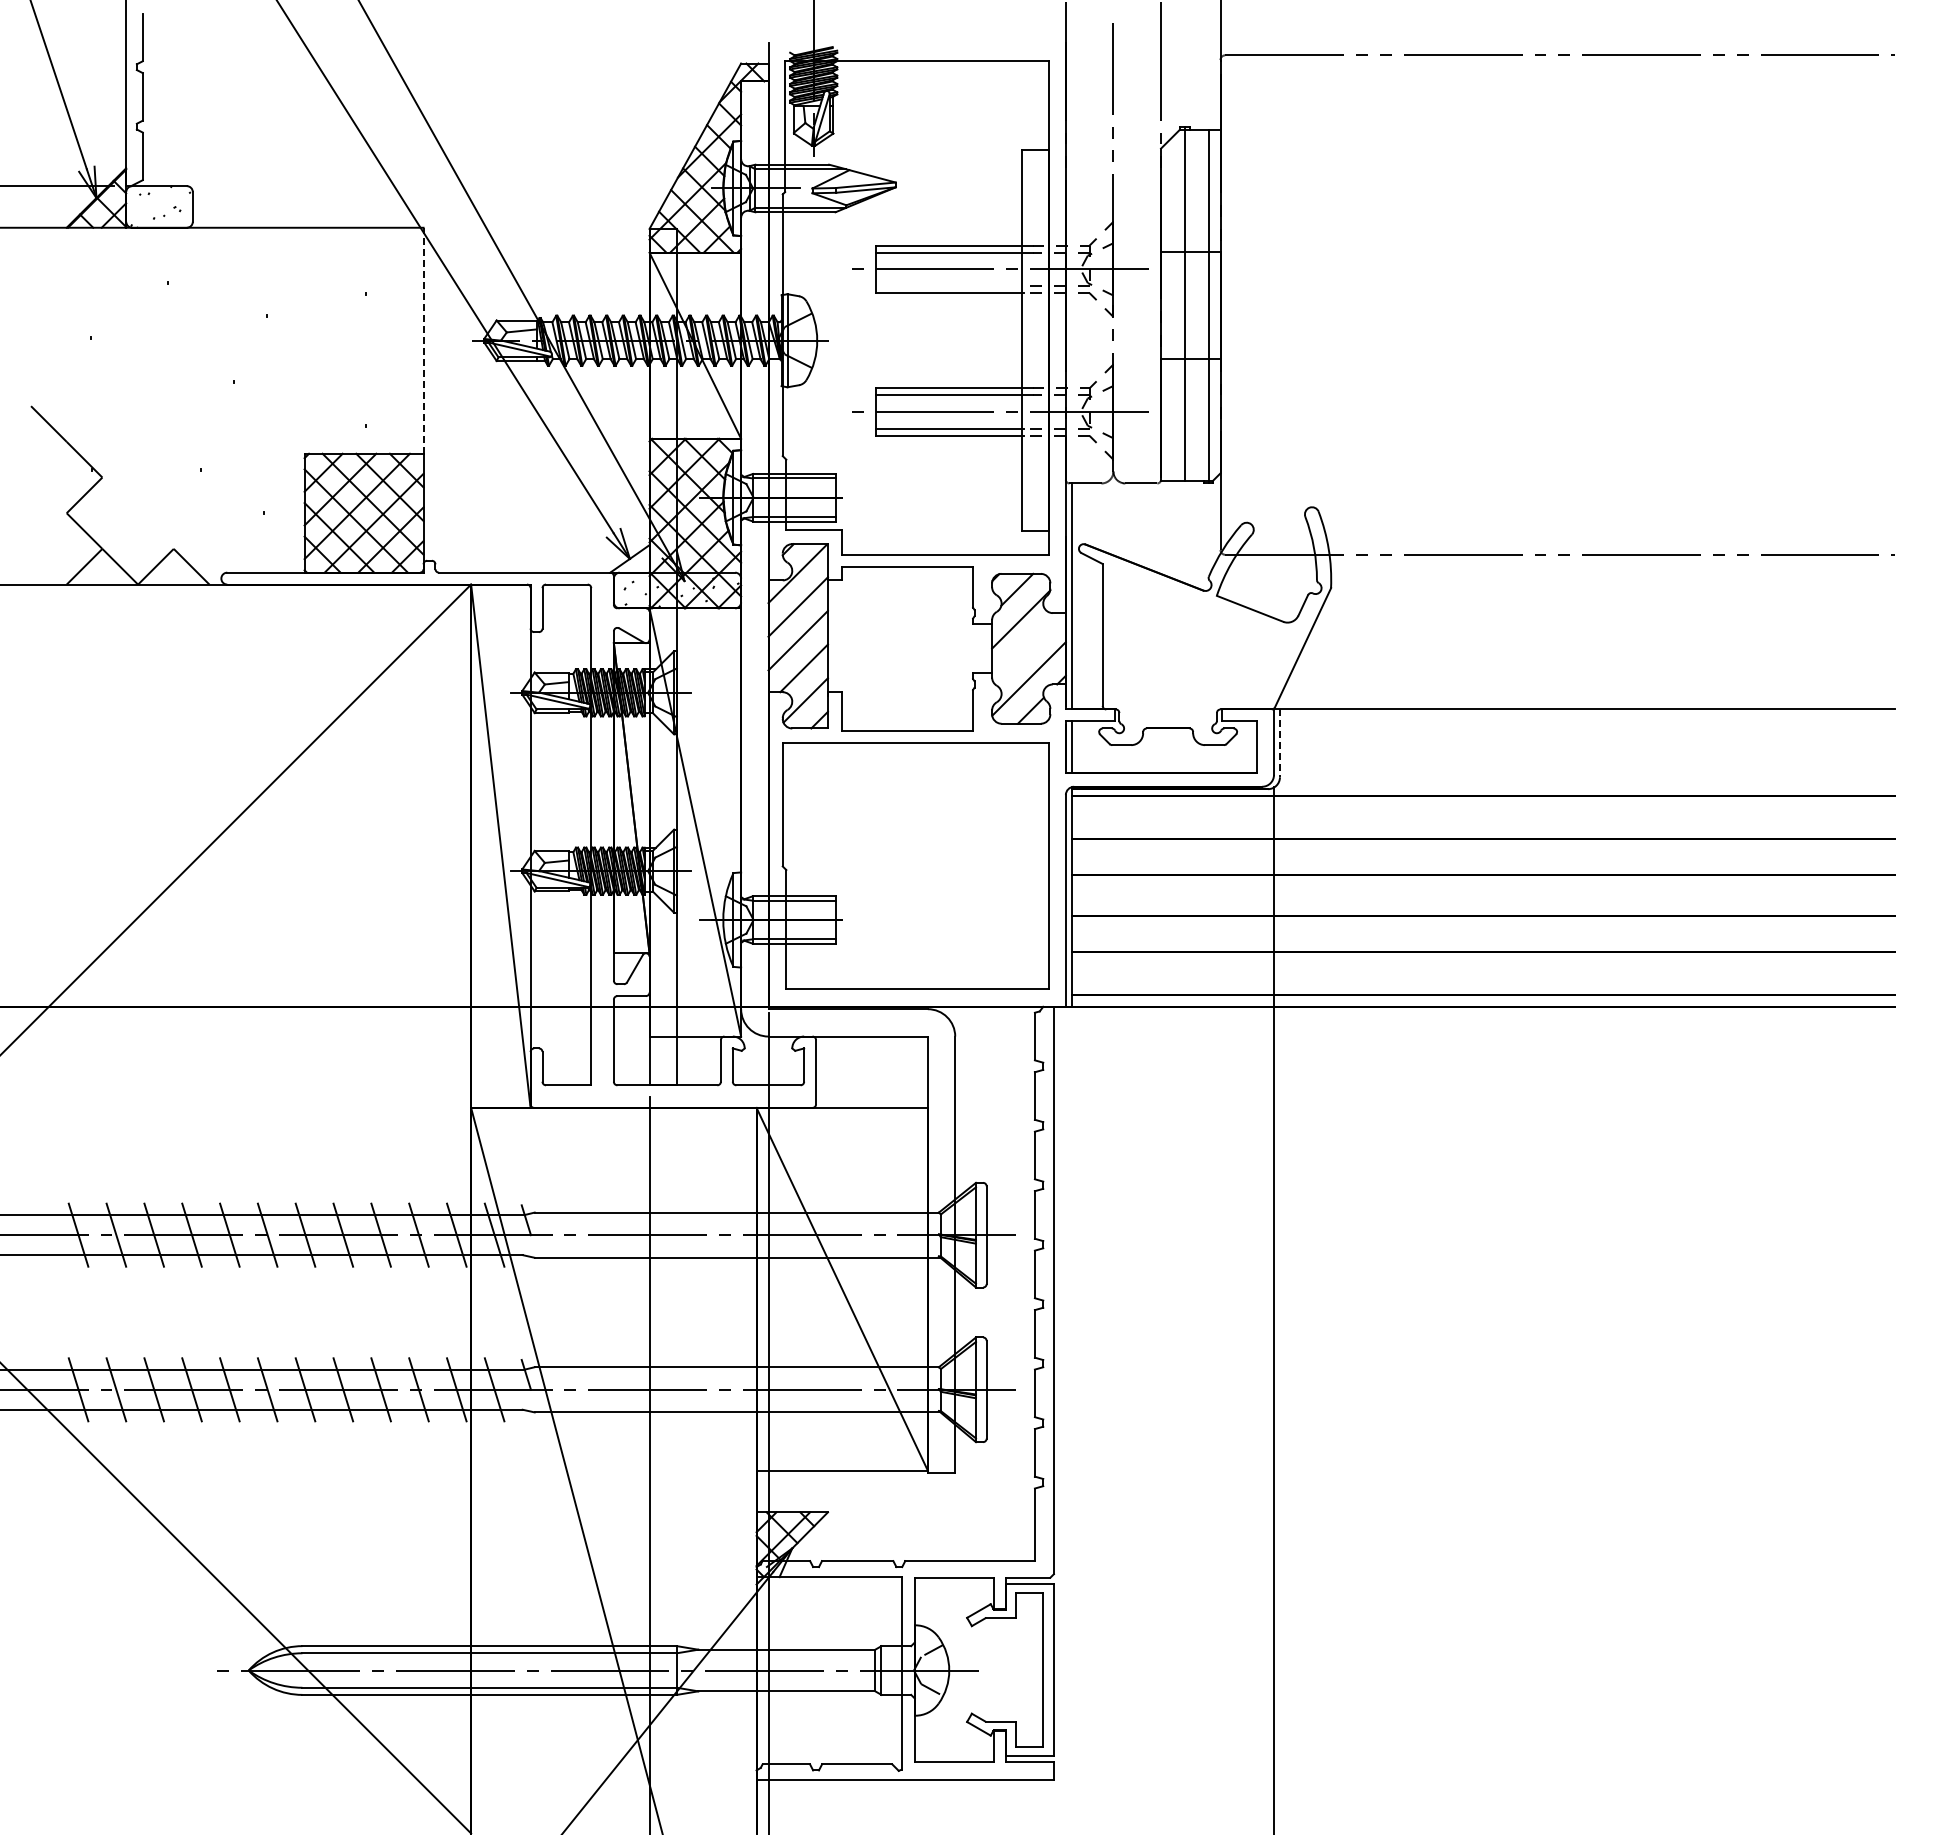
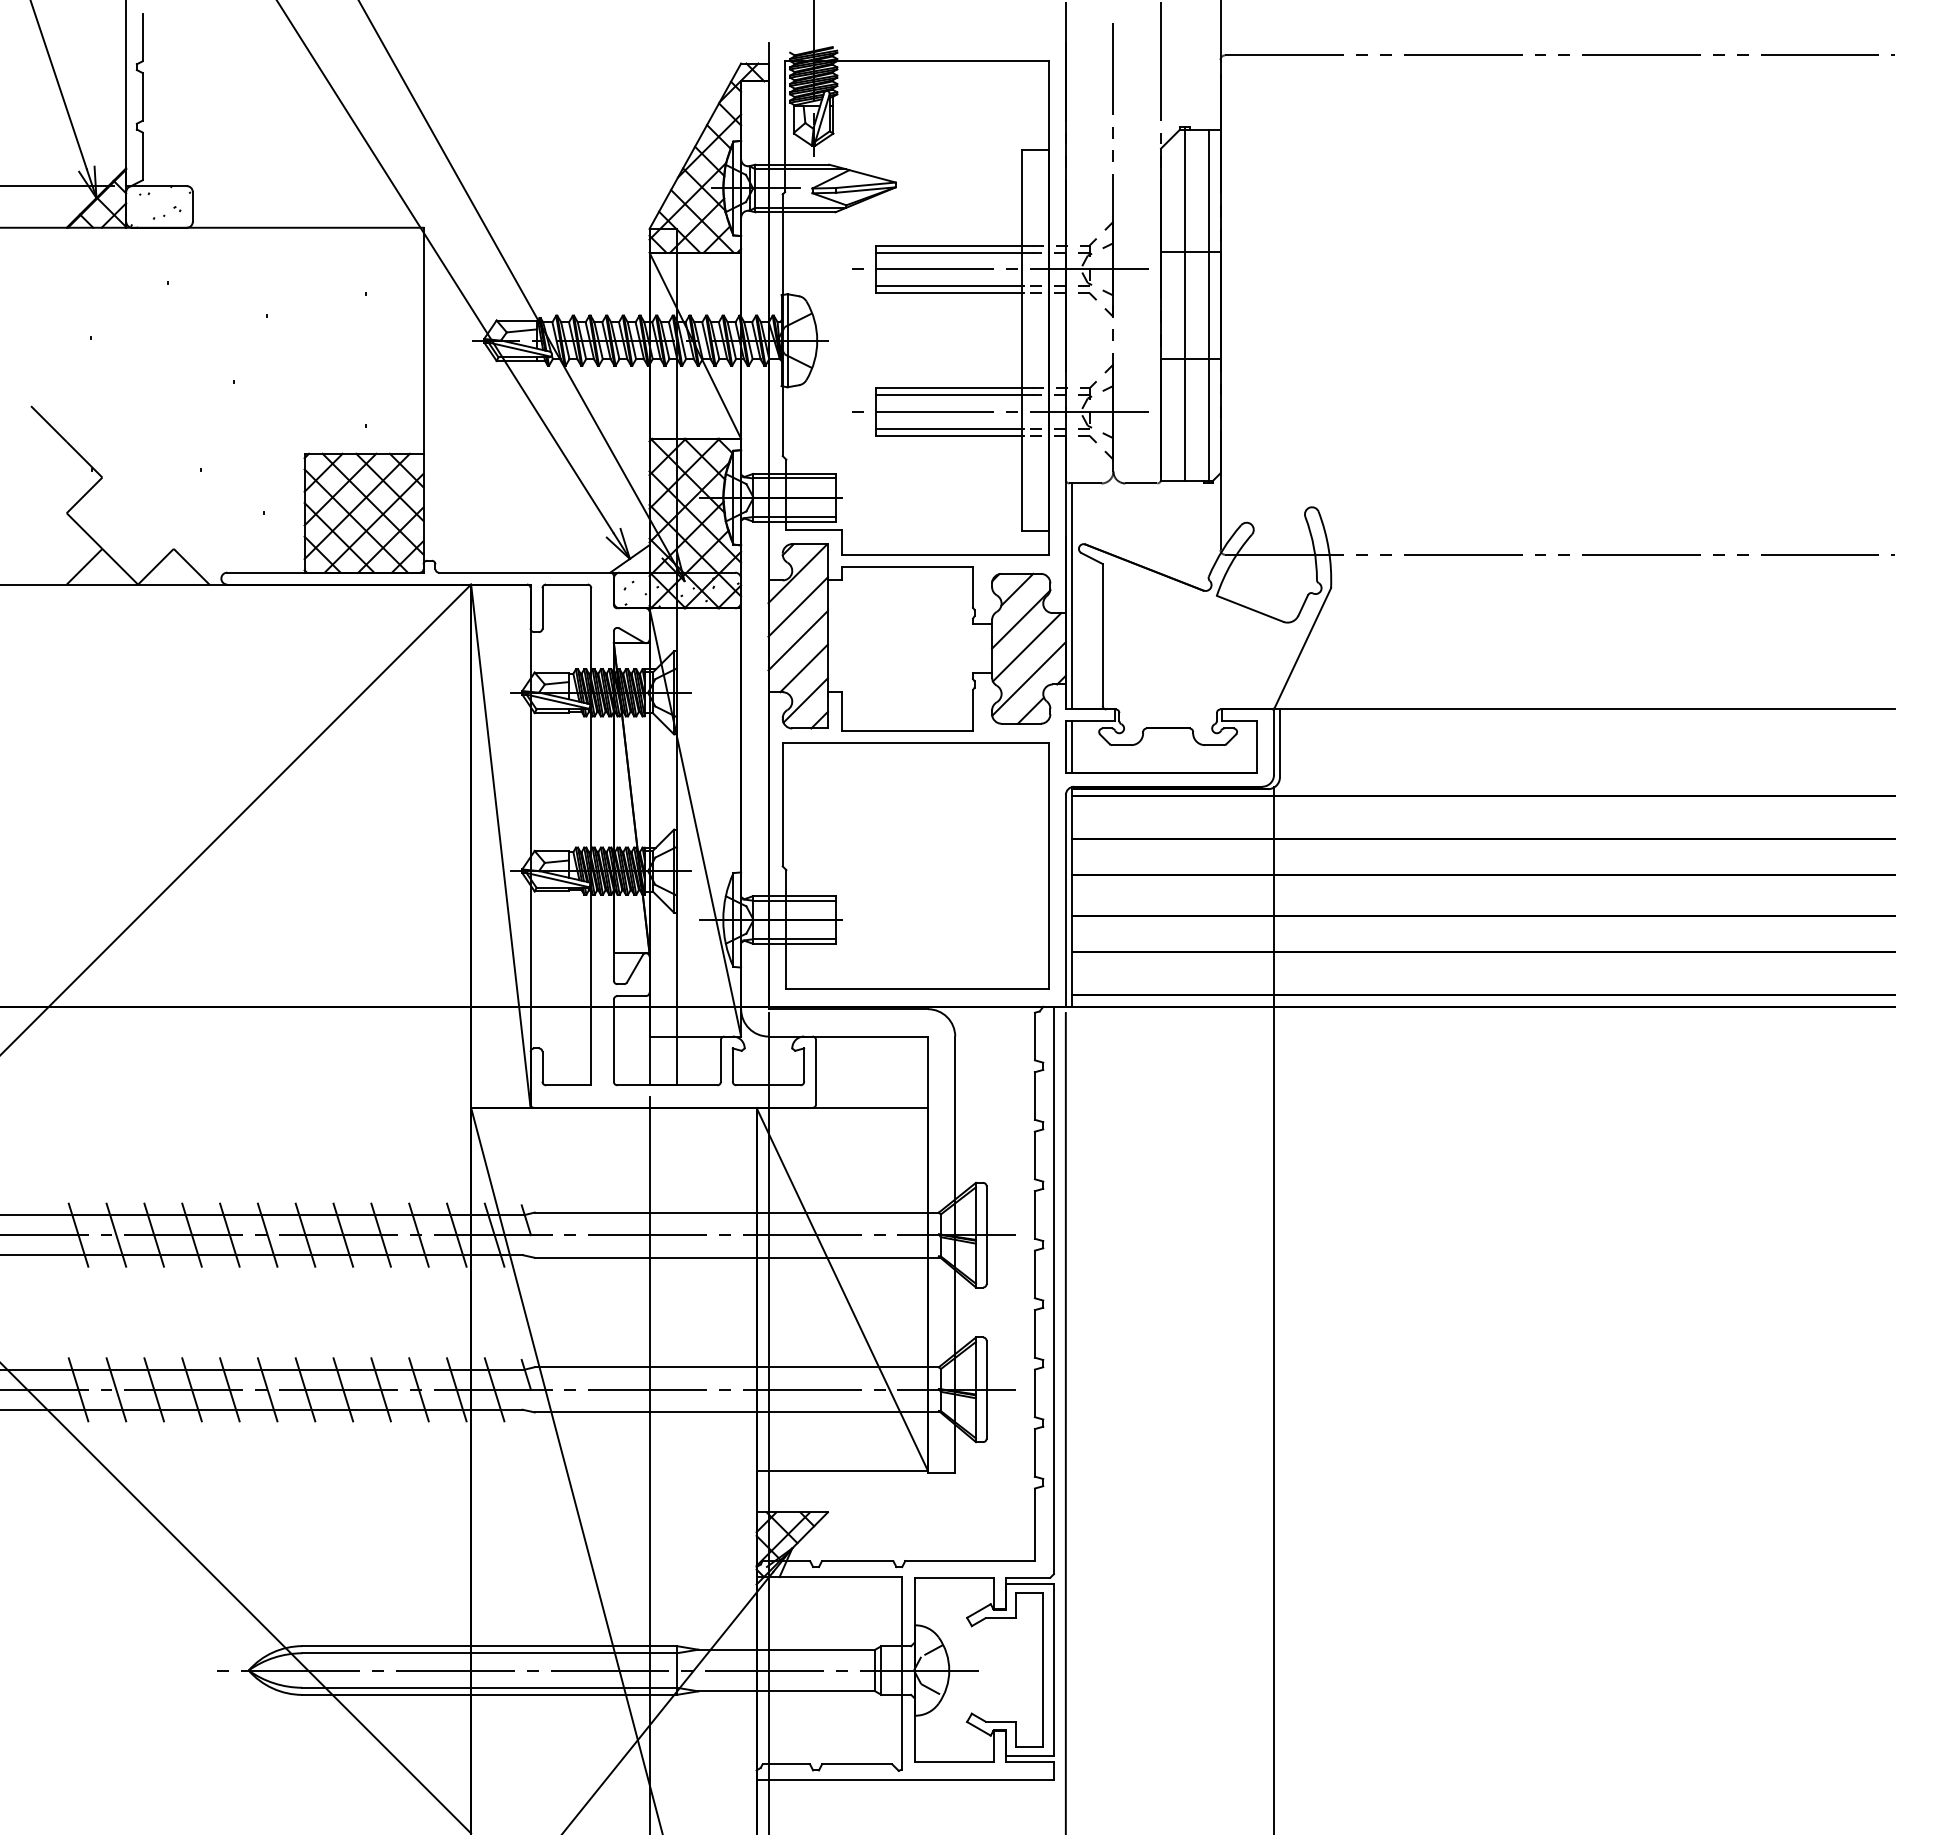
line at (949, 286): none -> present
line at (423, 340): dashed -> solid
line at (1026, 647): none -> present
line at (1279, 743): dashed -> solid
line at (1065, 1422): none -> present
